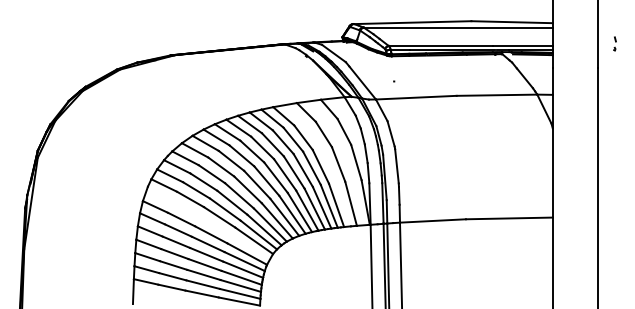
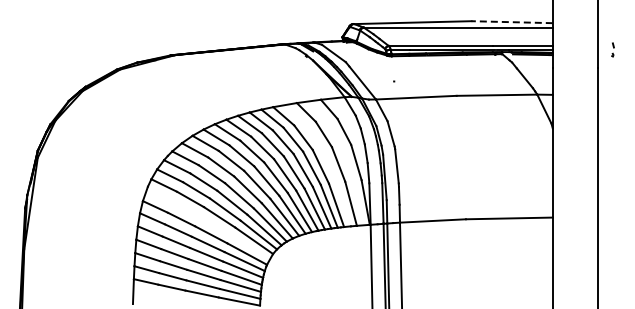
line at (512, 22): solid -> dashed
part at (614, 43) position: (614, 43) -> (612, 49)
